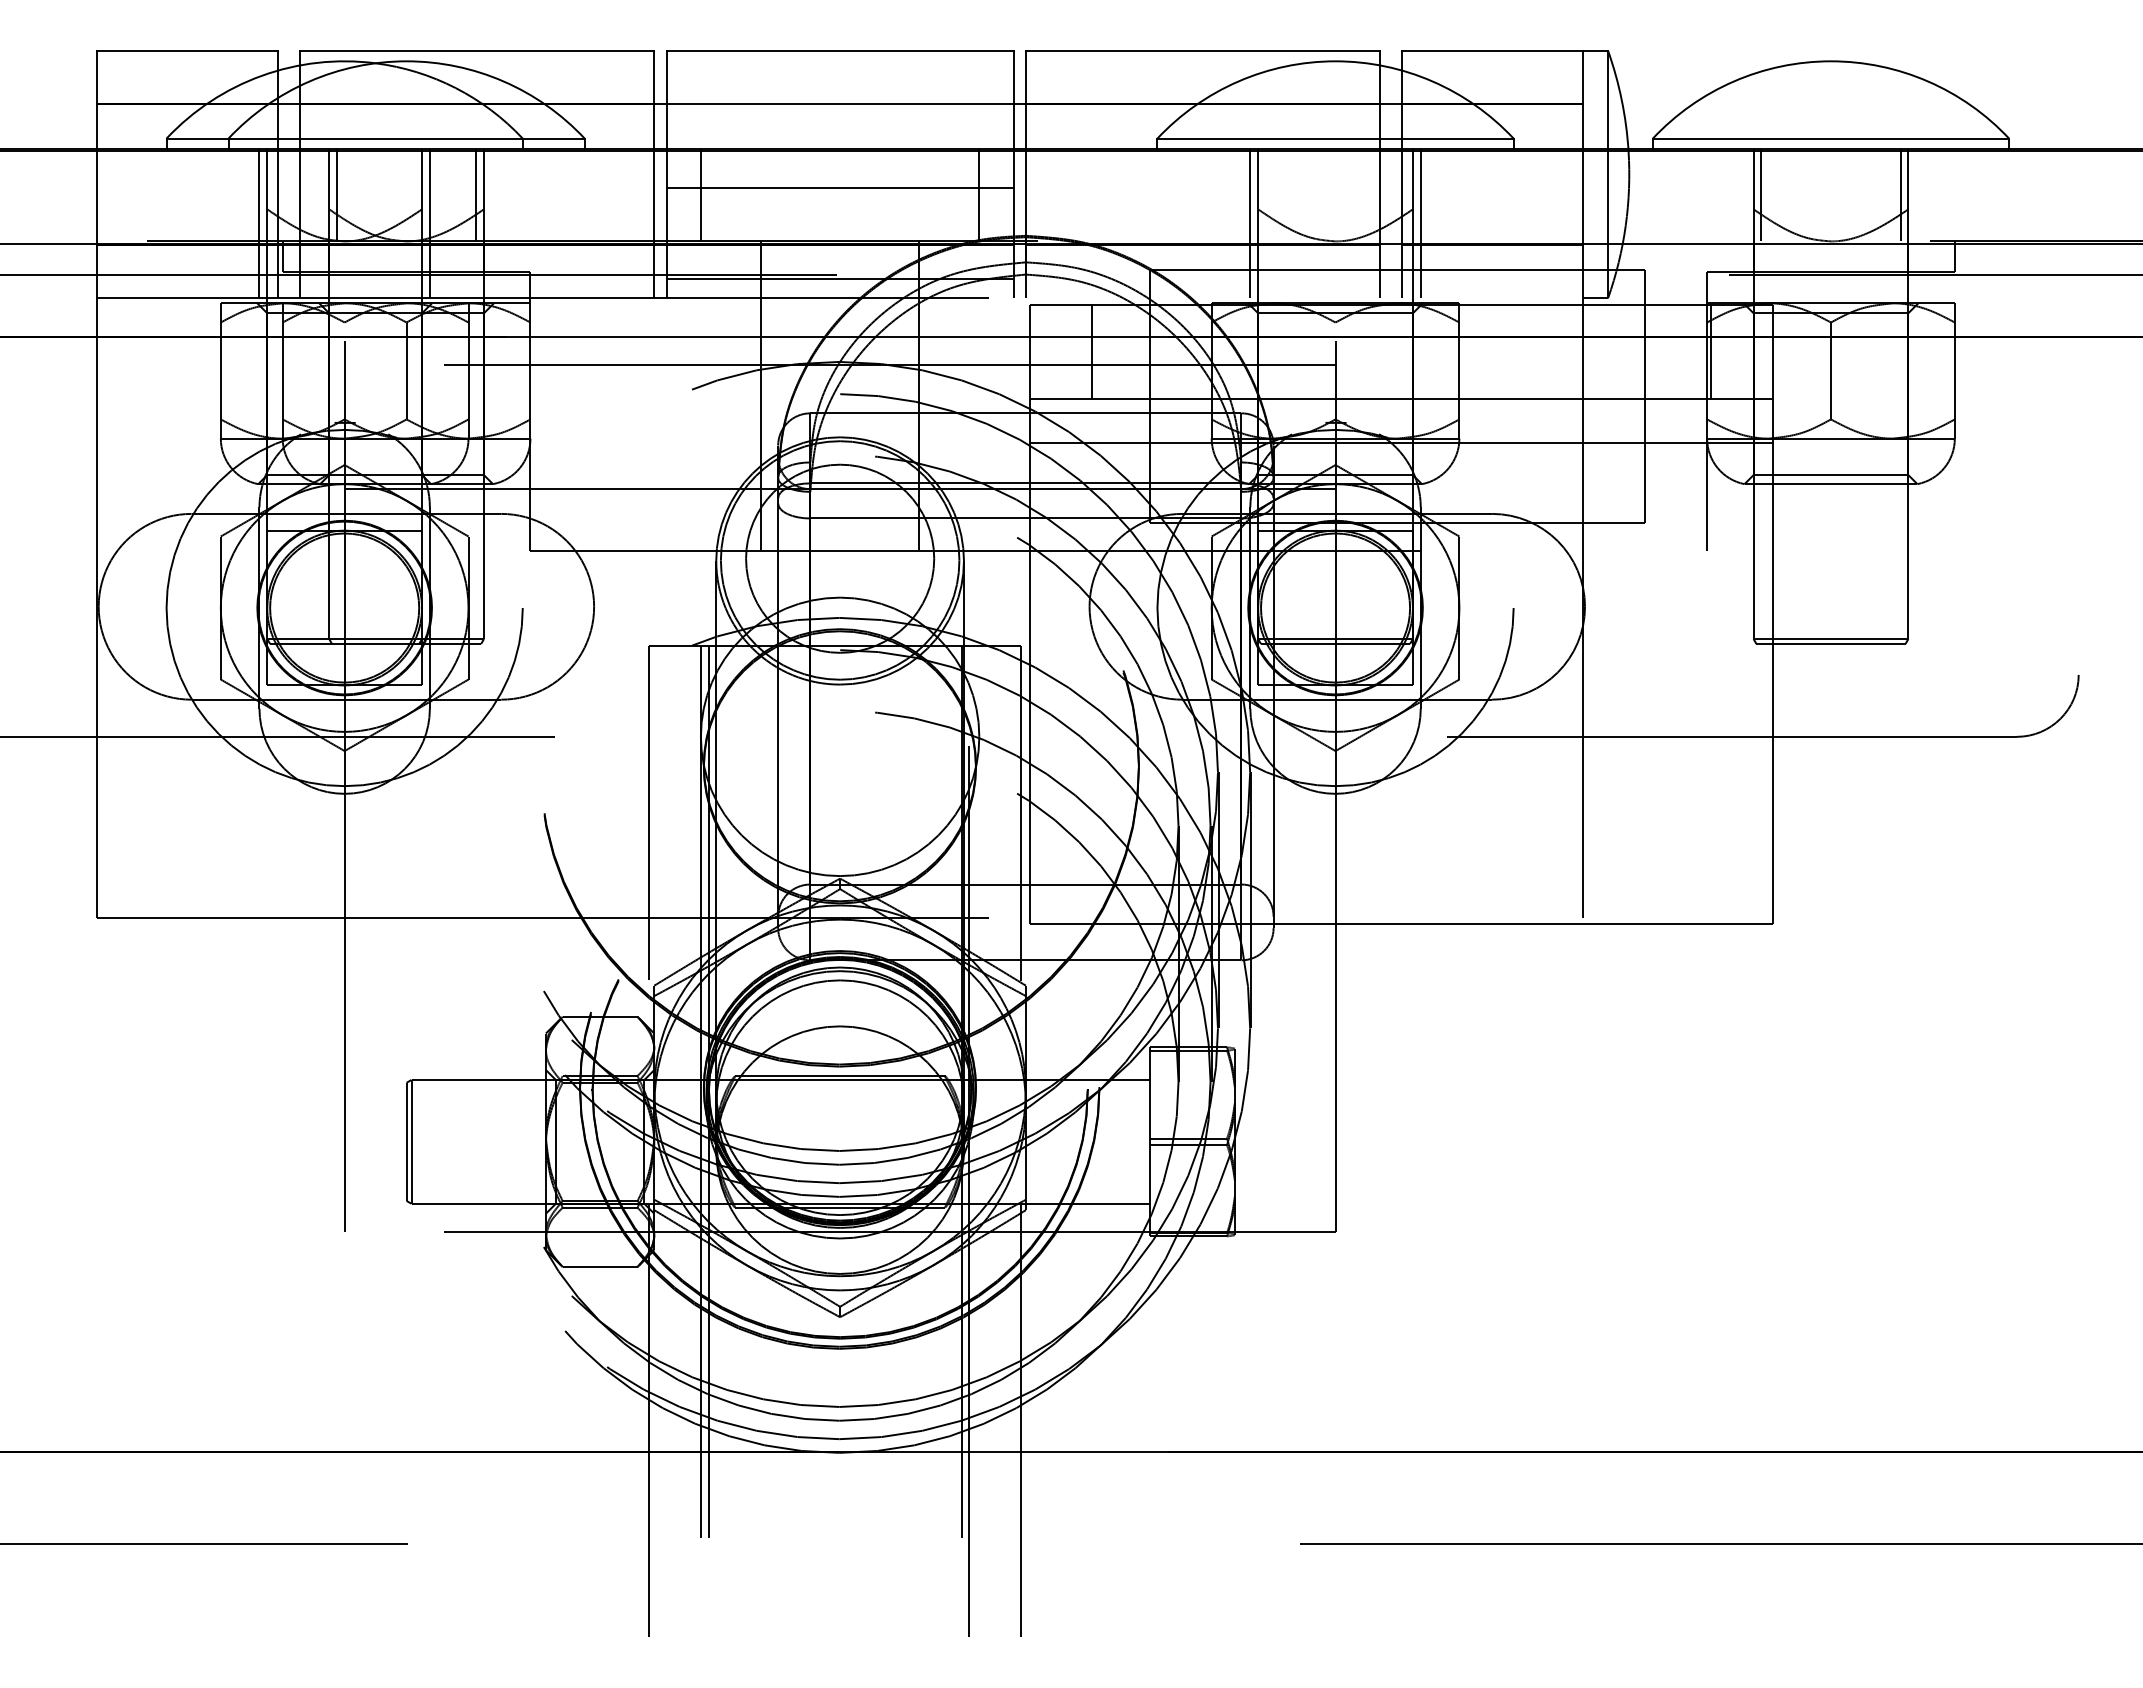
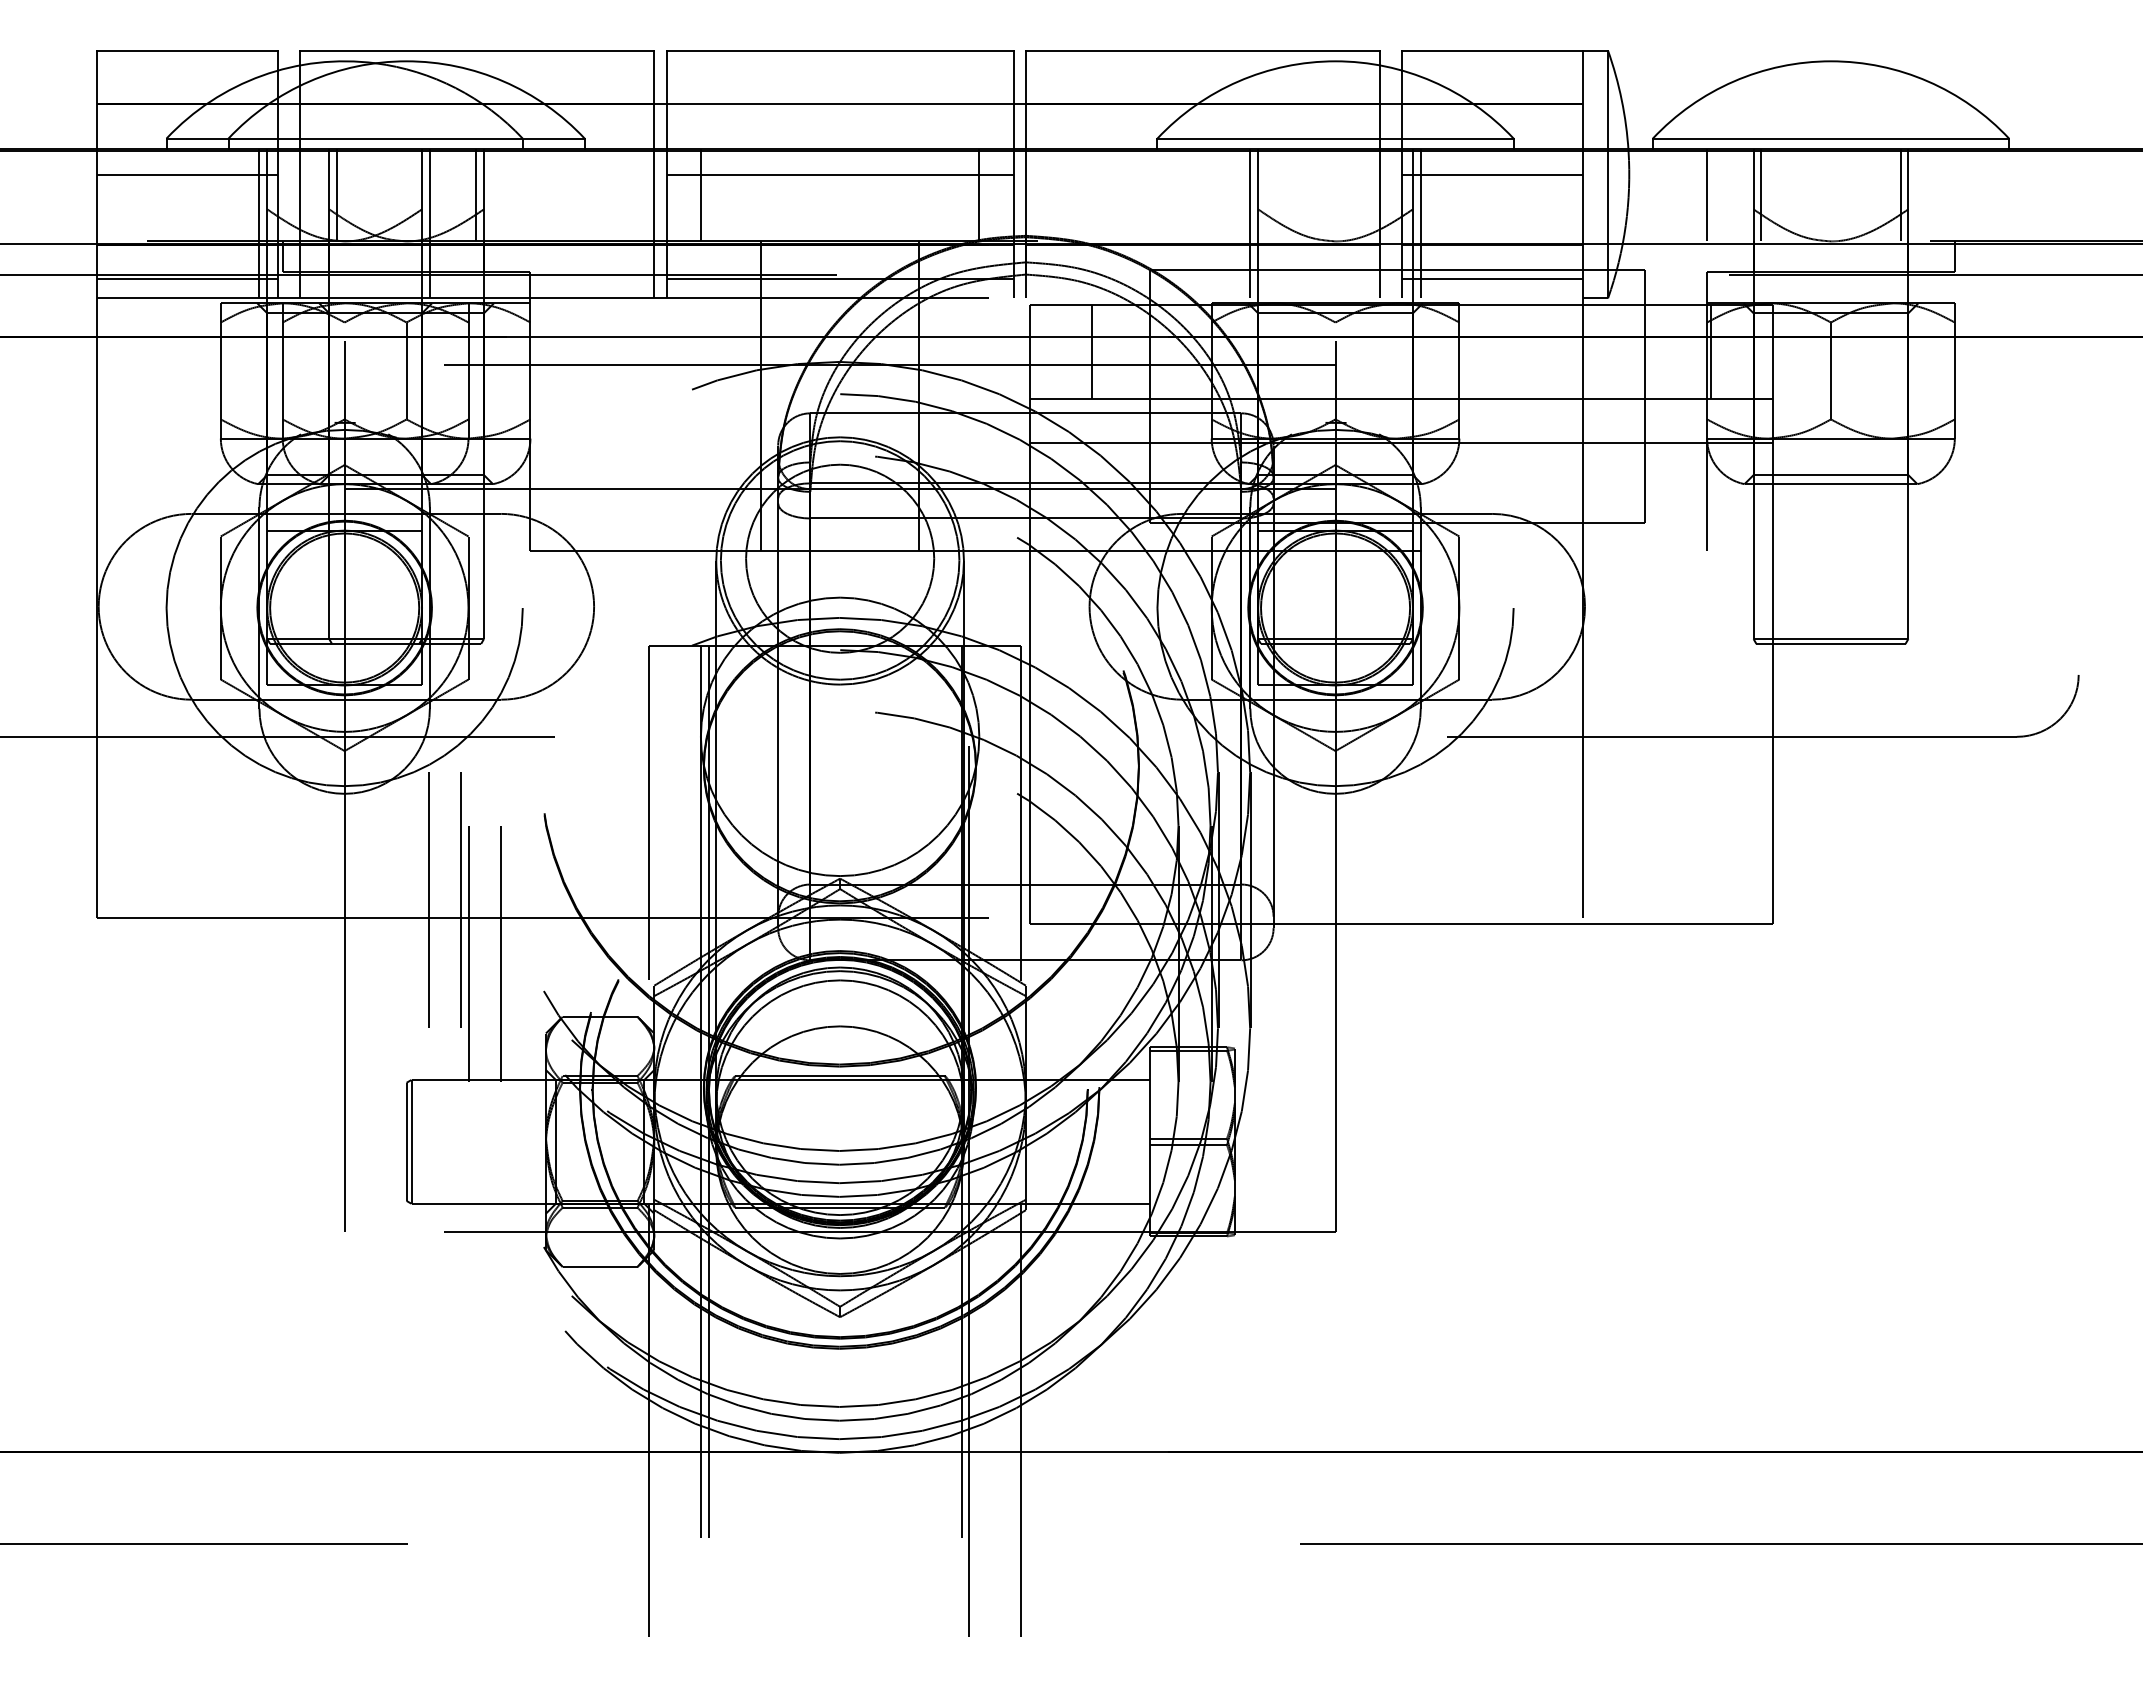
line at (186, 174): none -> present
line at (1492, 174): none -> present
line at (839, 187) position: (839, 187) -> (839, 174)
line at (1707, 194): none -> present
line at (186, 278): none -> present
line at (1492, 278): none -> present
line at (428, 900): none -> present
line at (461, 900): none -> present
line at (468, 953): none -> present
line at (500, 953): none -> present
